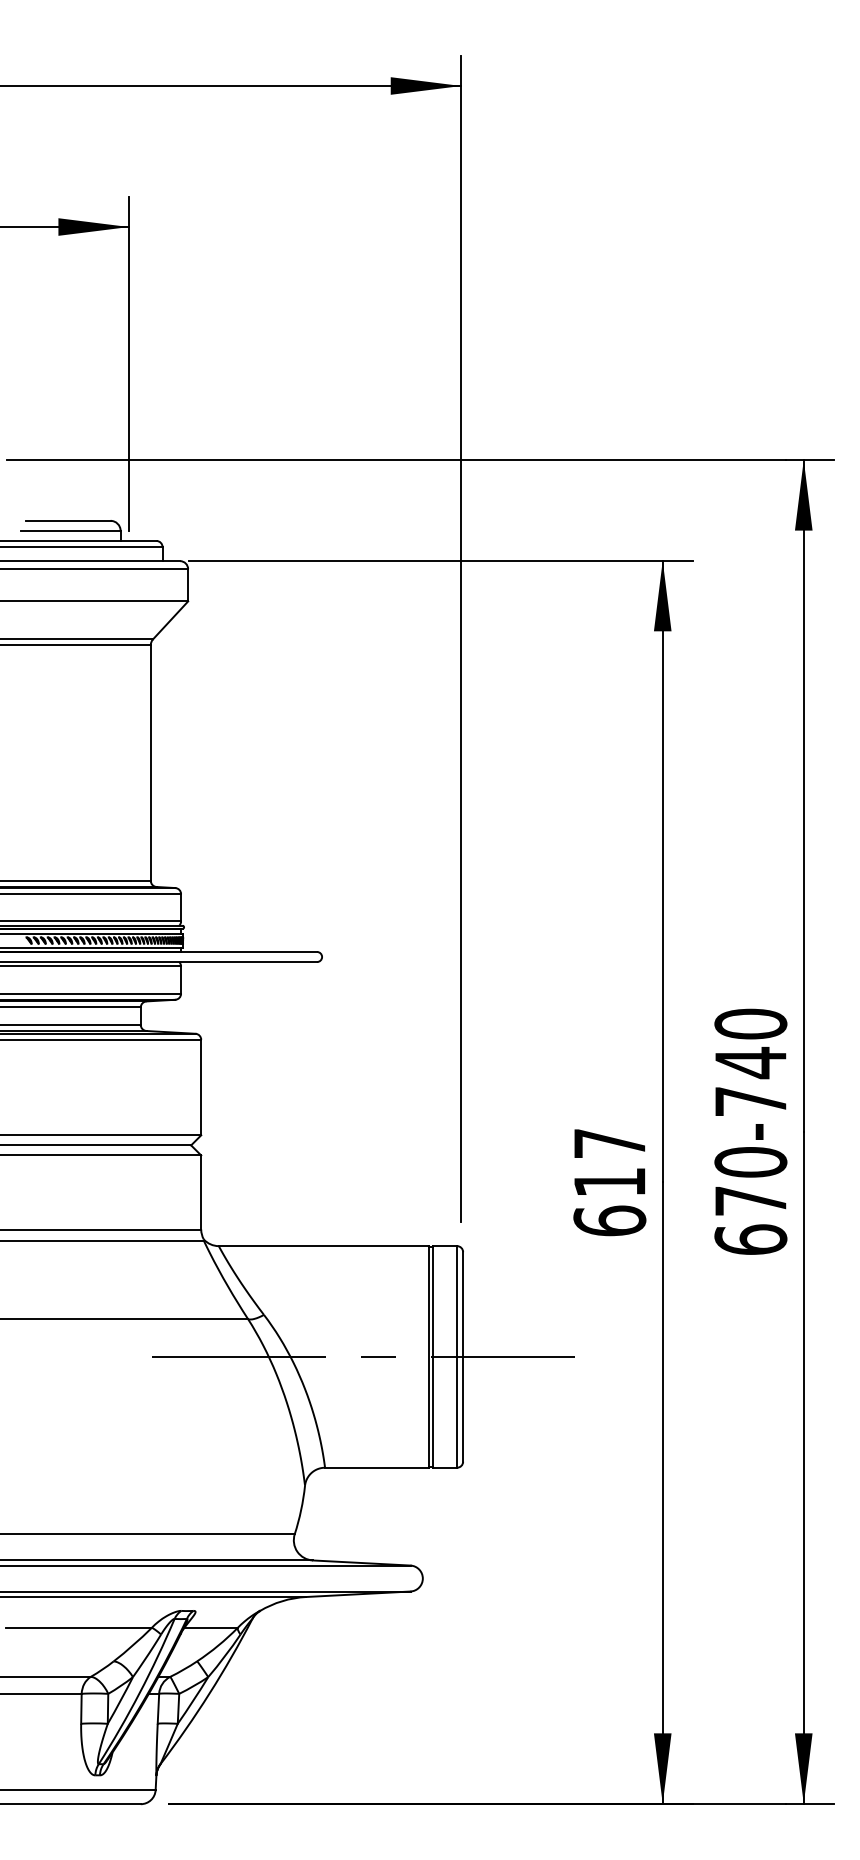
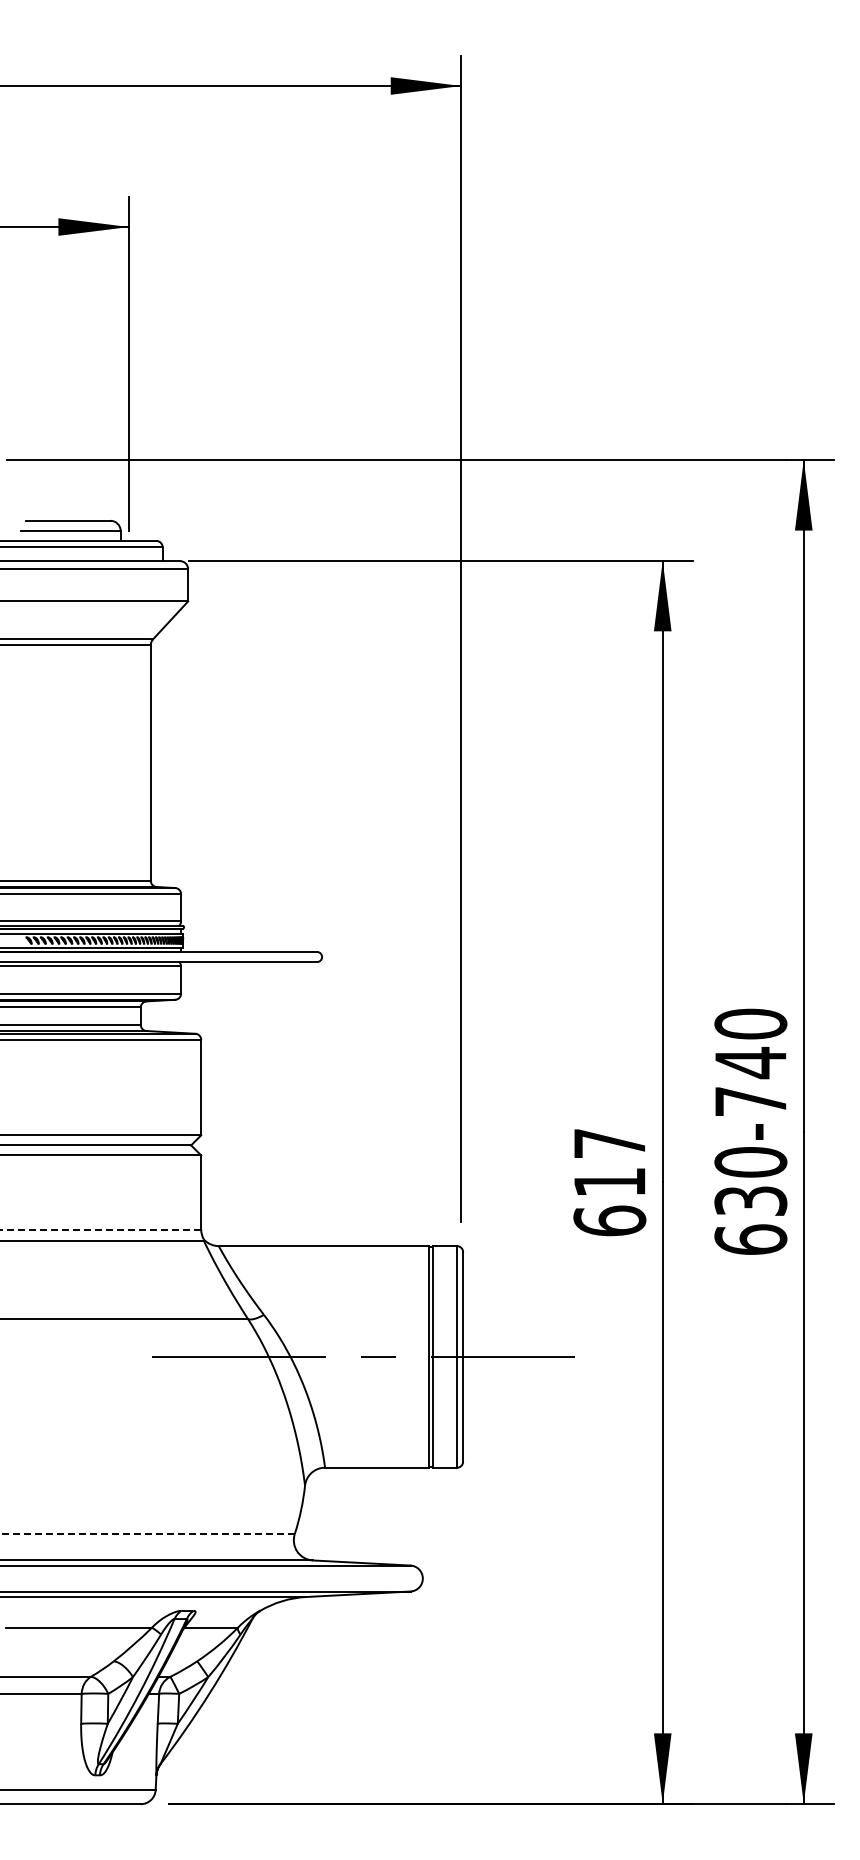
text at (750, 1200): 670-740 -> 630-740
line at (100, 1229): solid -> dashed
line at (146, 1534): solid -> dashed
